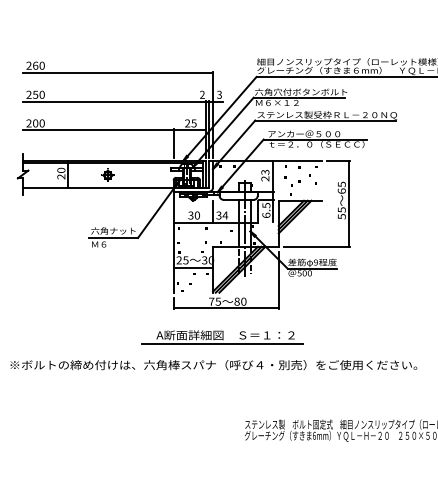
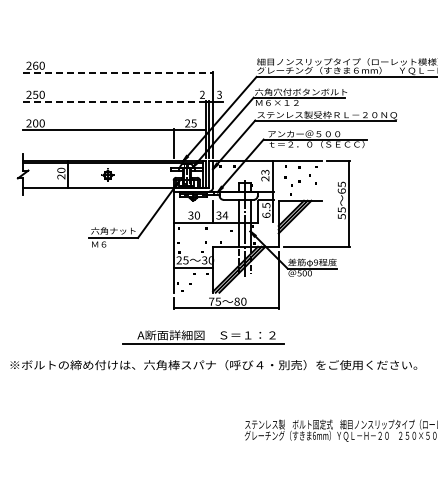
line at (118, 72): solid -> dashed
line at (114, 101): solid -> dashed
part at (222, 337) position: (222, 337) -> (203, 337)
